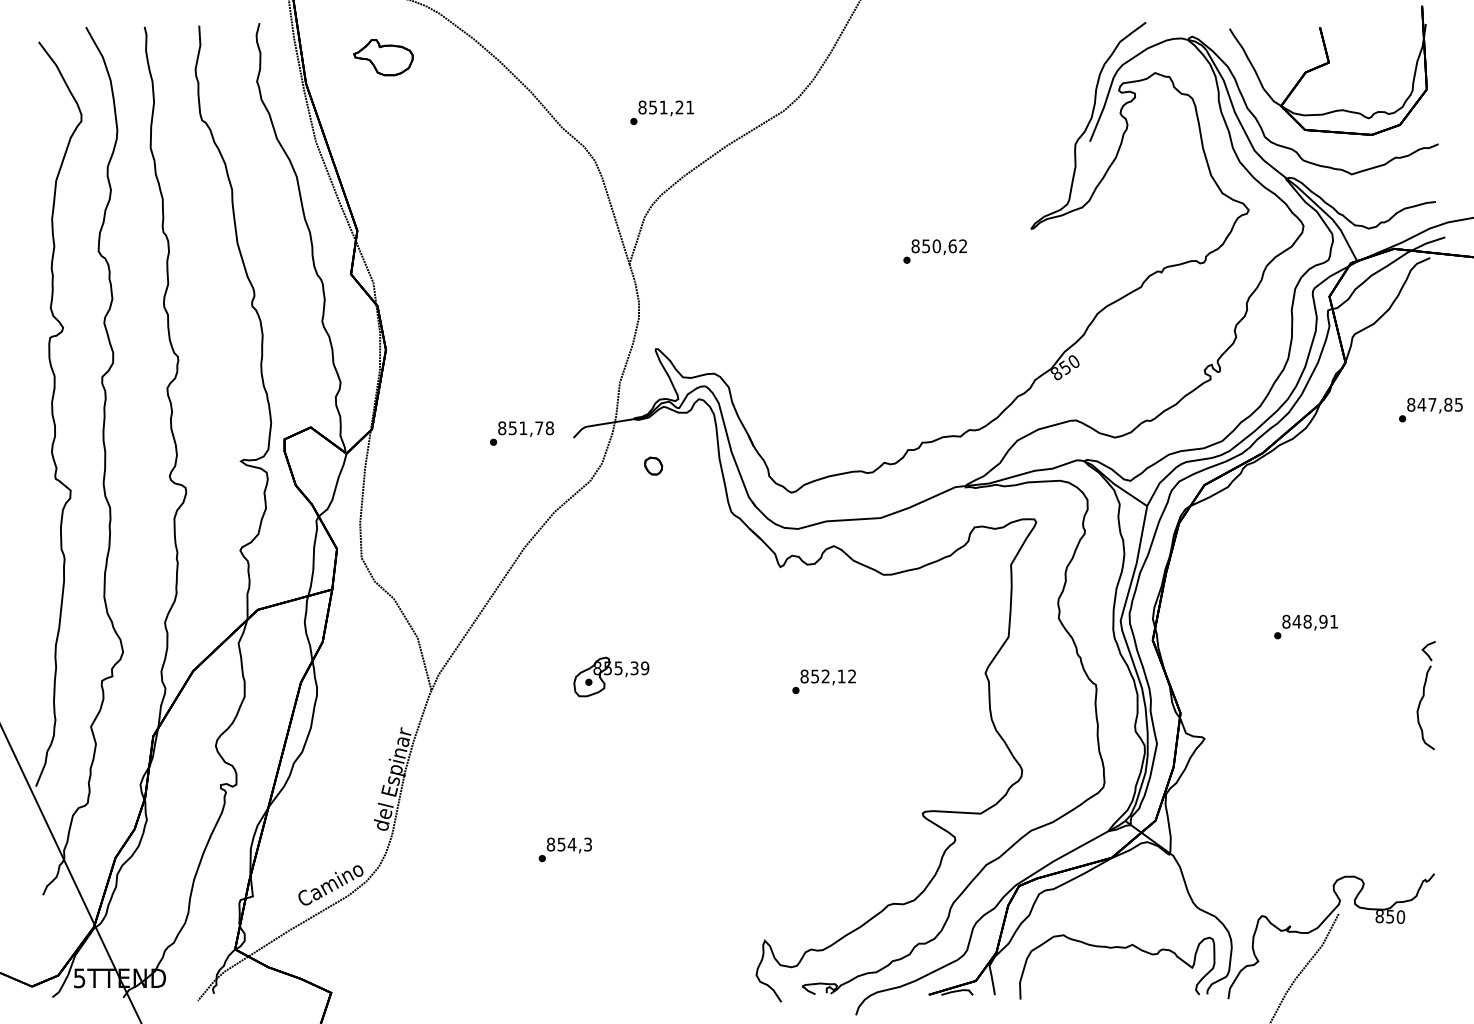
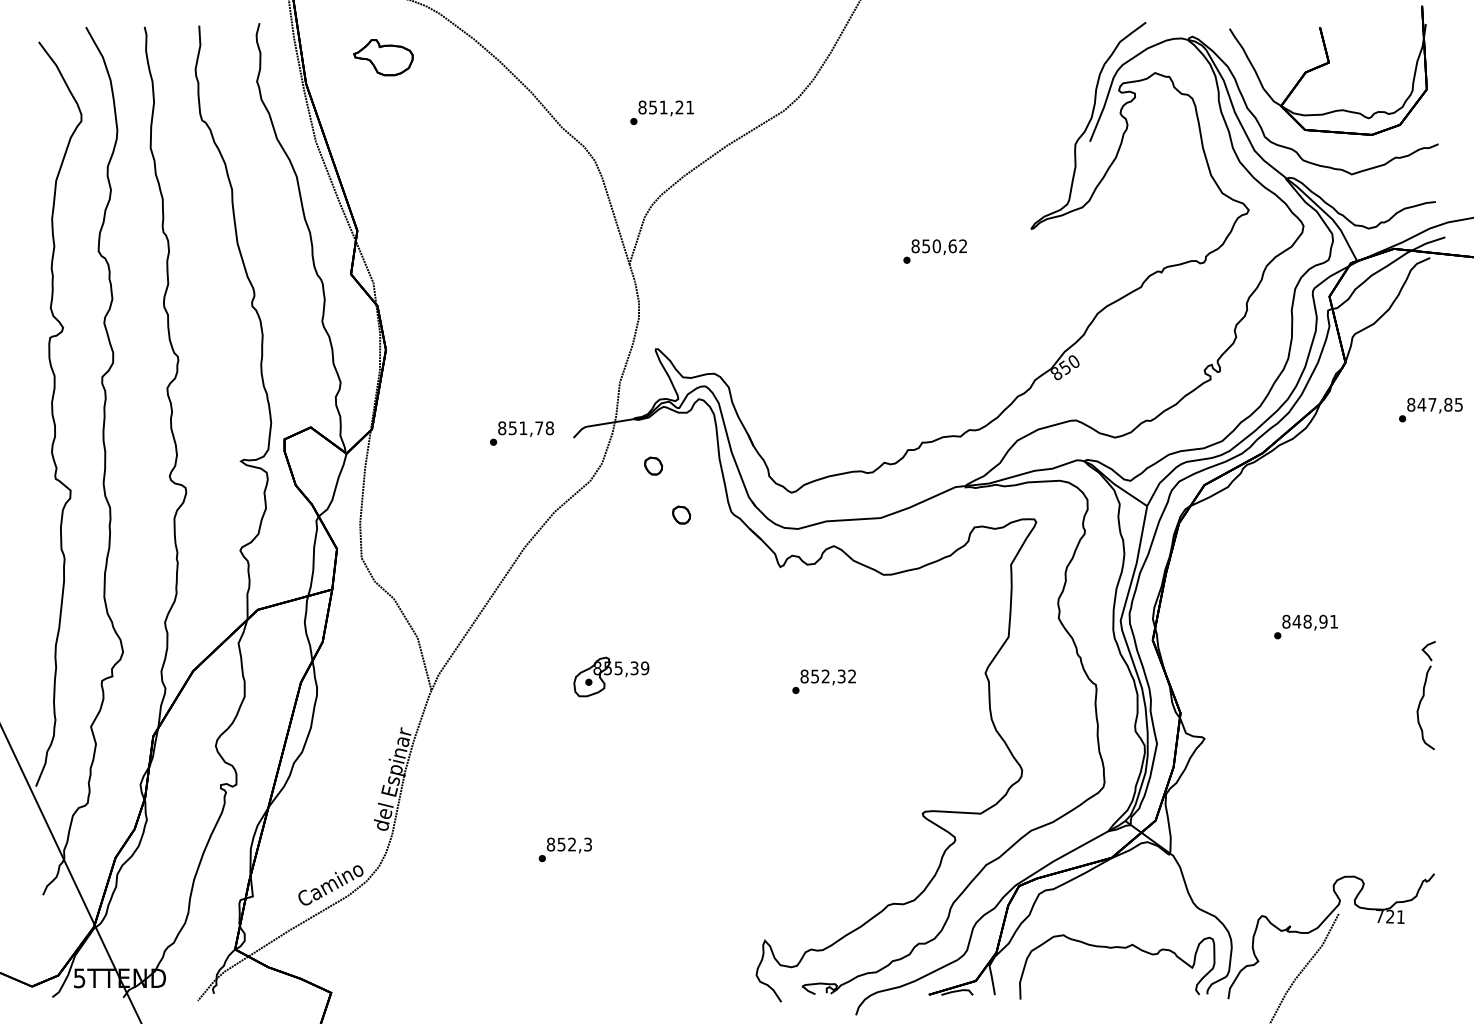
part at (681, 514): none -> present
text at (841, 676): 852,12 -> 852,32
text at (571, 844): 854,3 -> 852,3
text at (1390, 916): 850 -> 721
